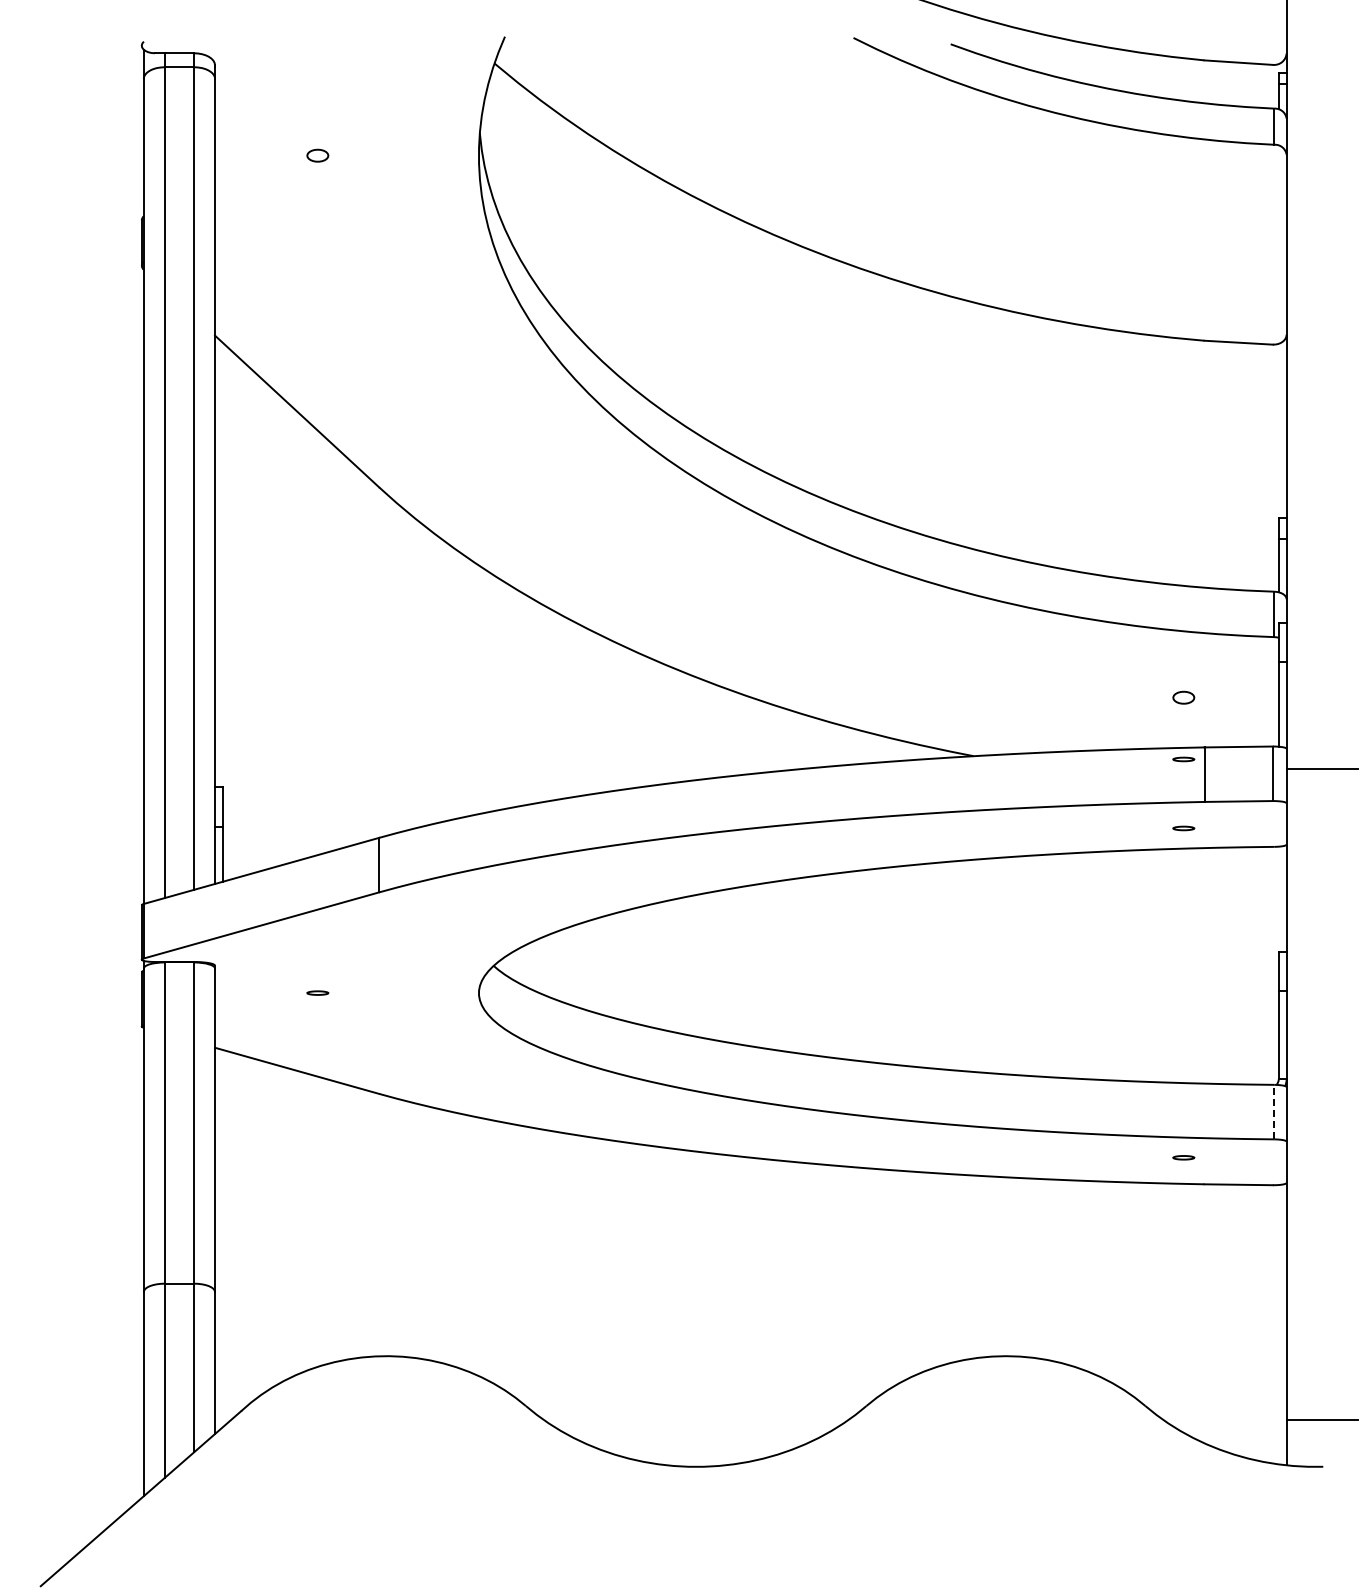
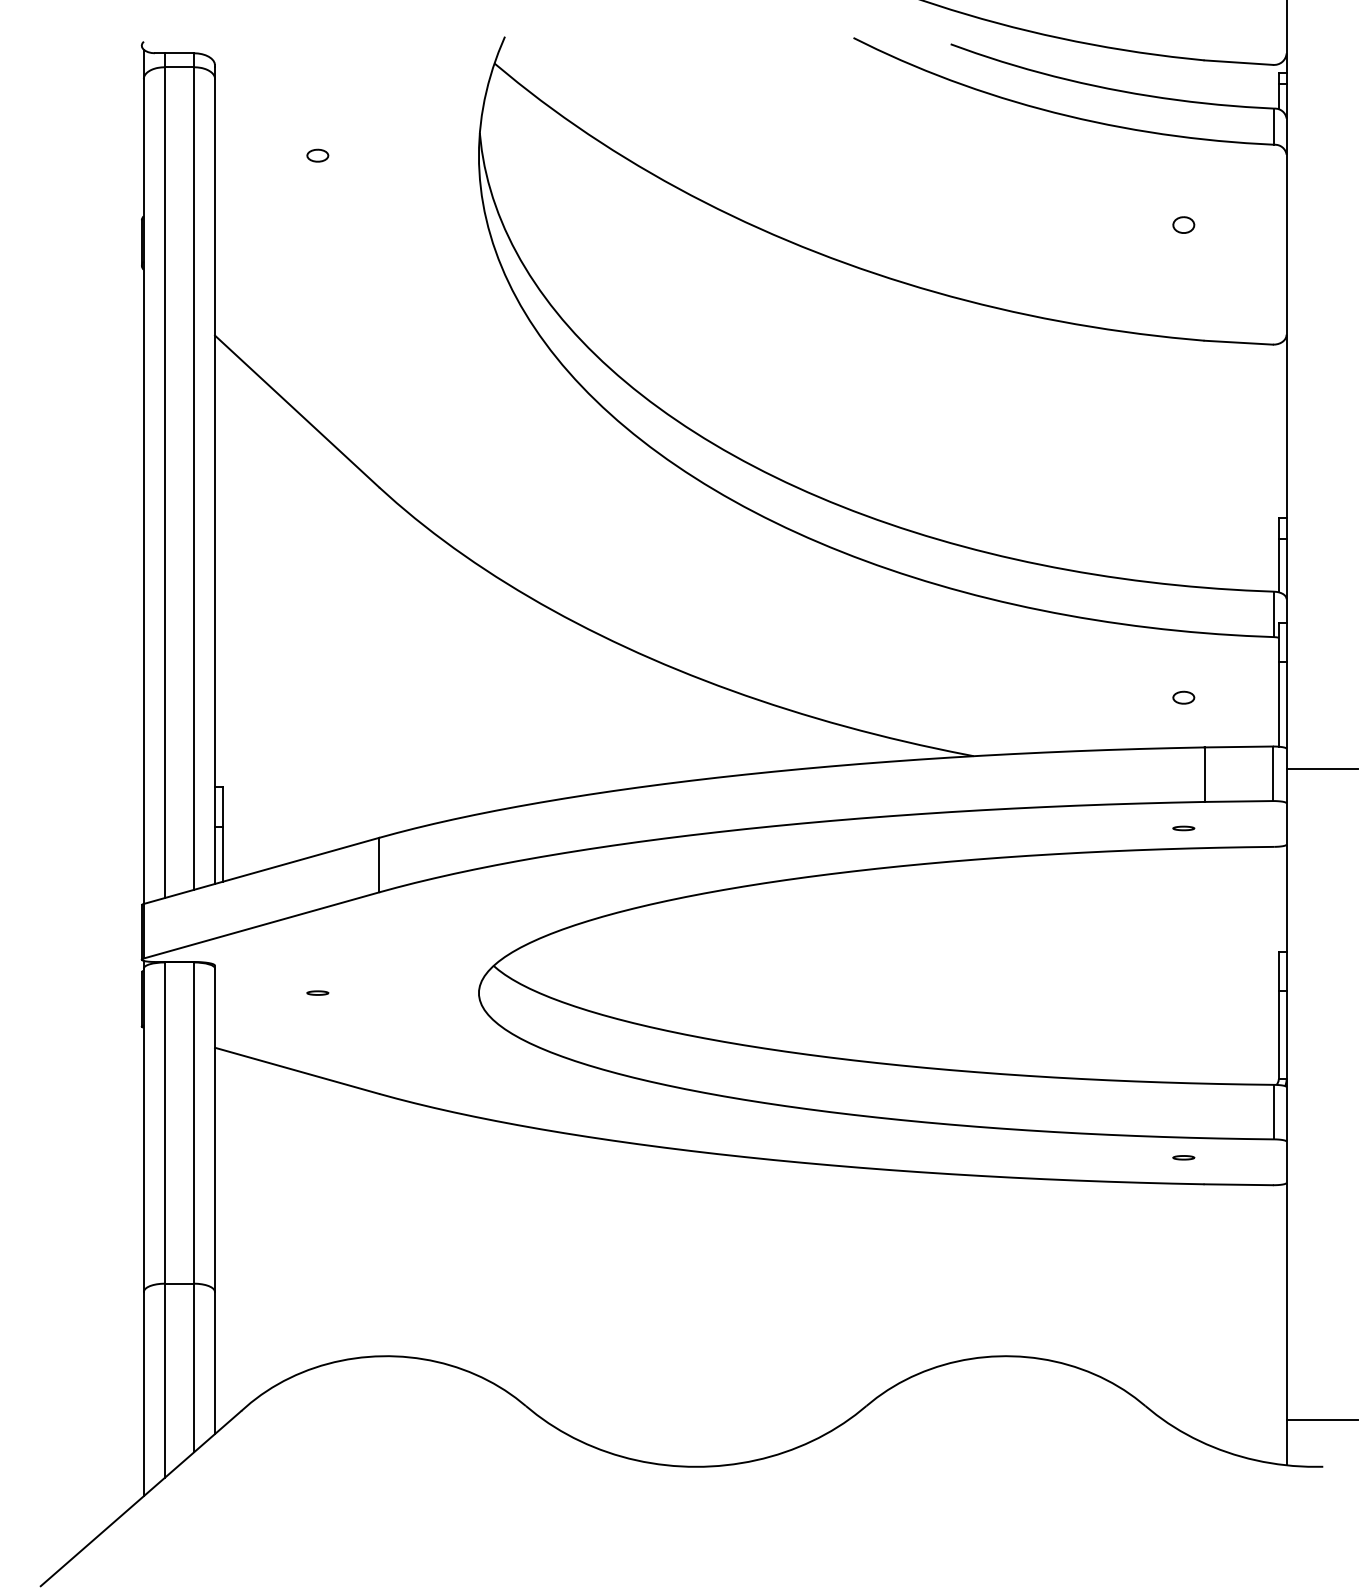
part at (1183, 224): none -> present
part at (1183, 759): present -> none
line at (1274, 1111): dashed -> solid
